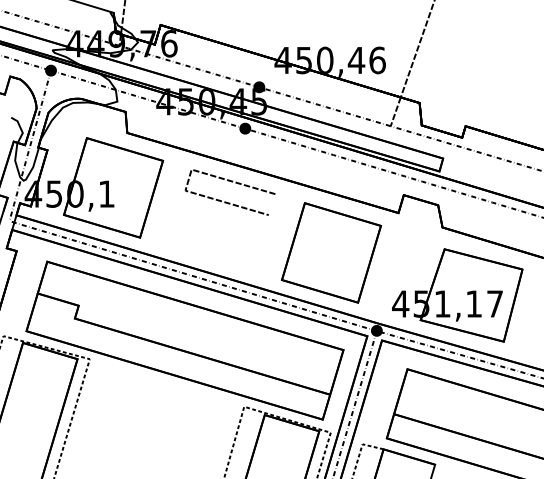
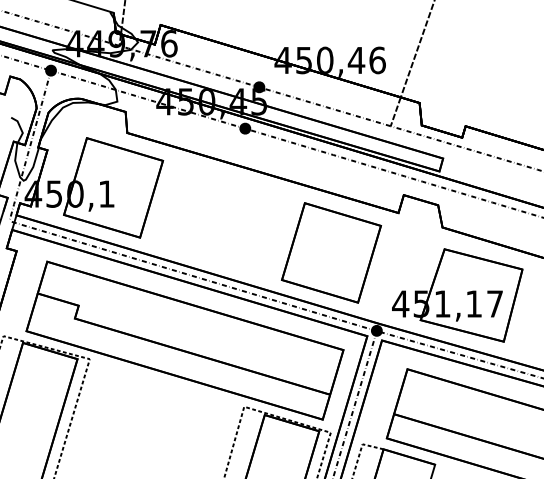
line at (226, 201): present -> none
